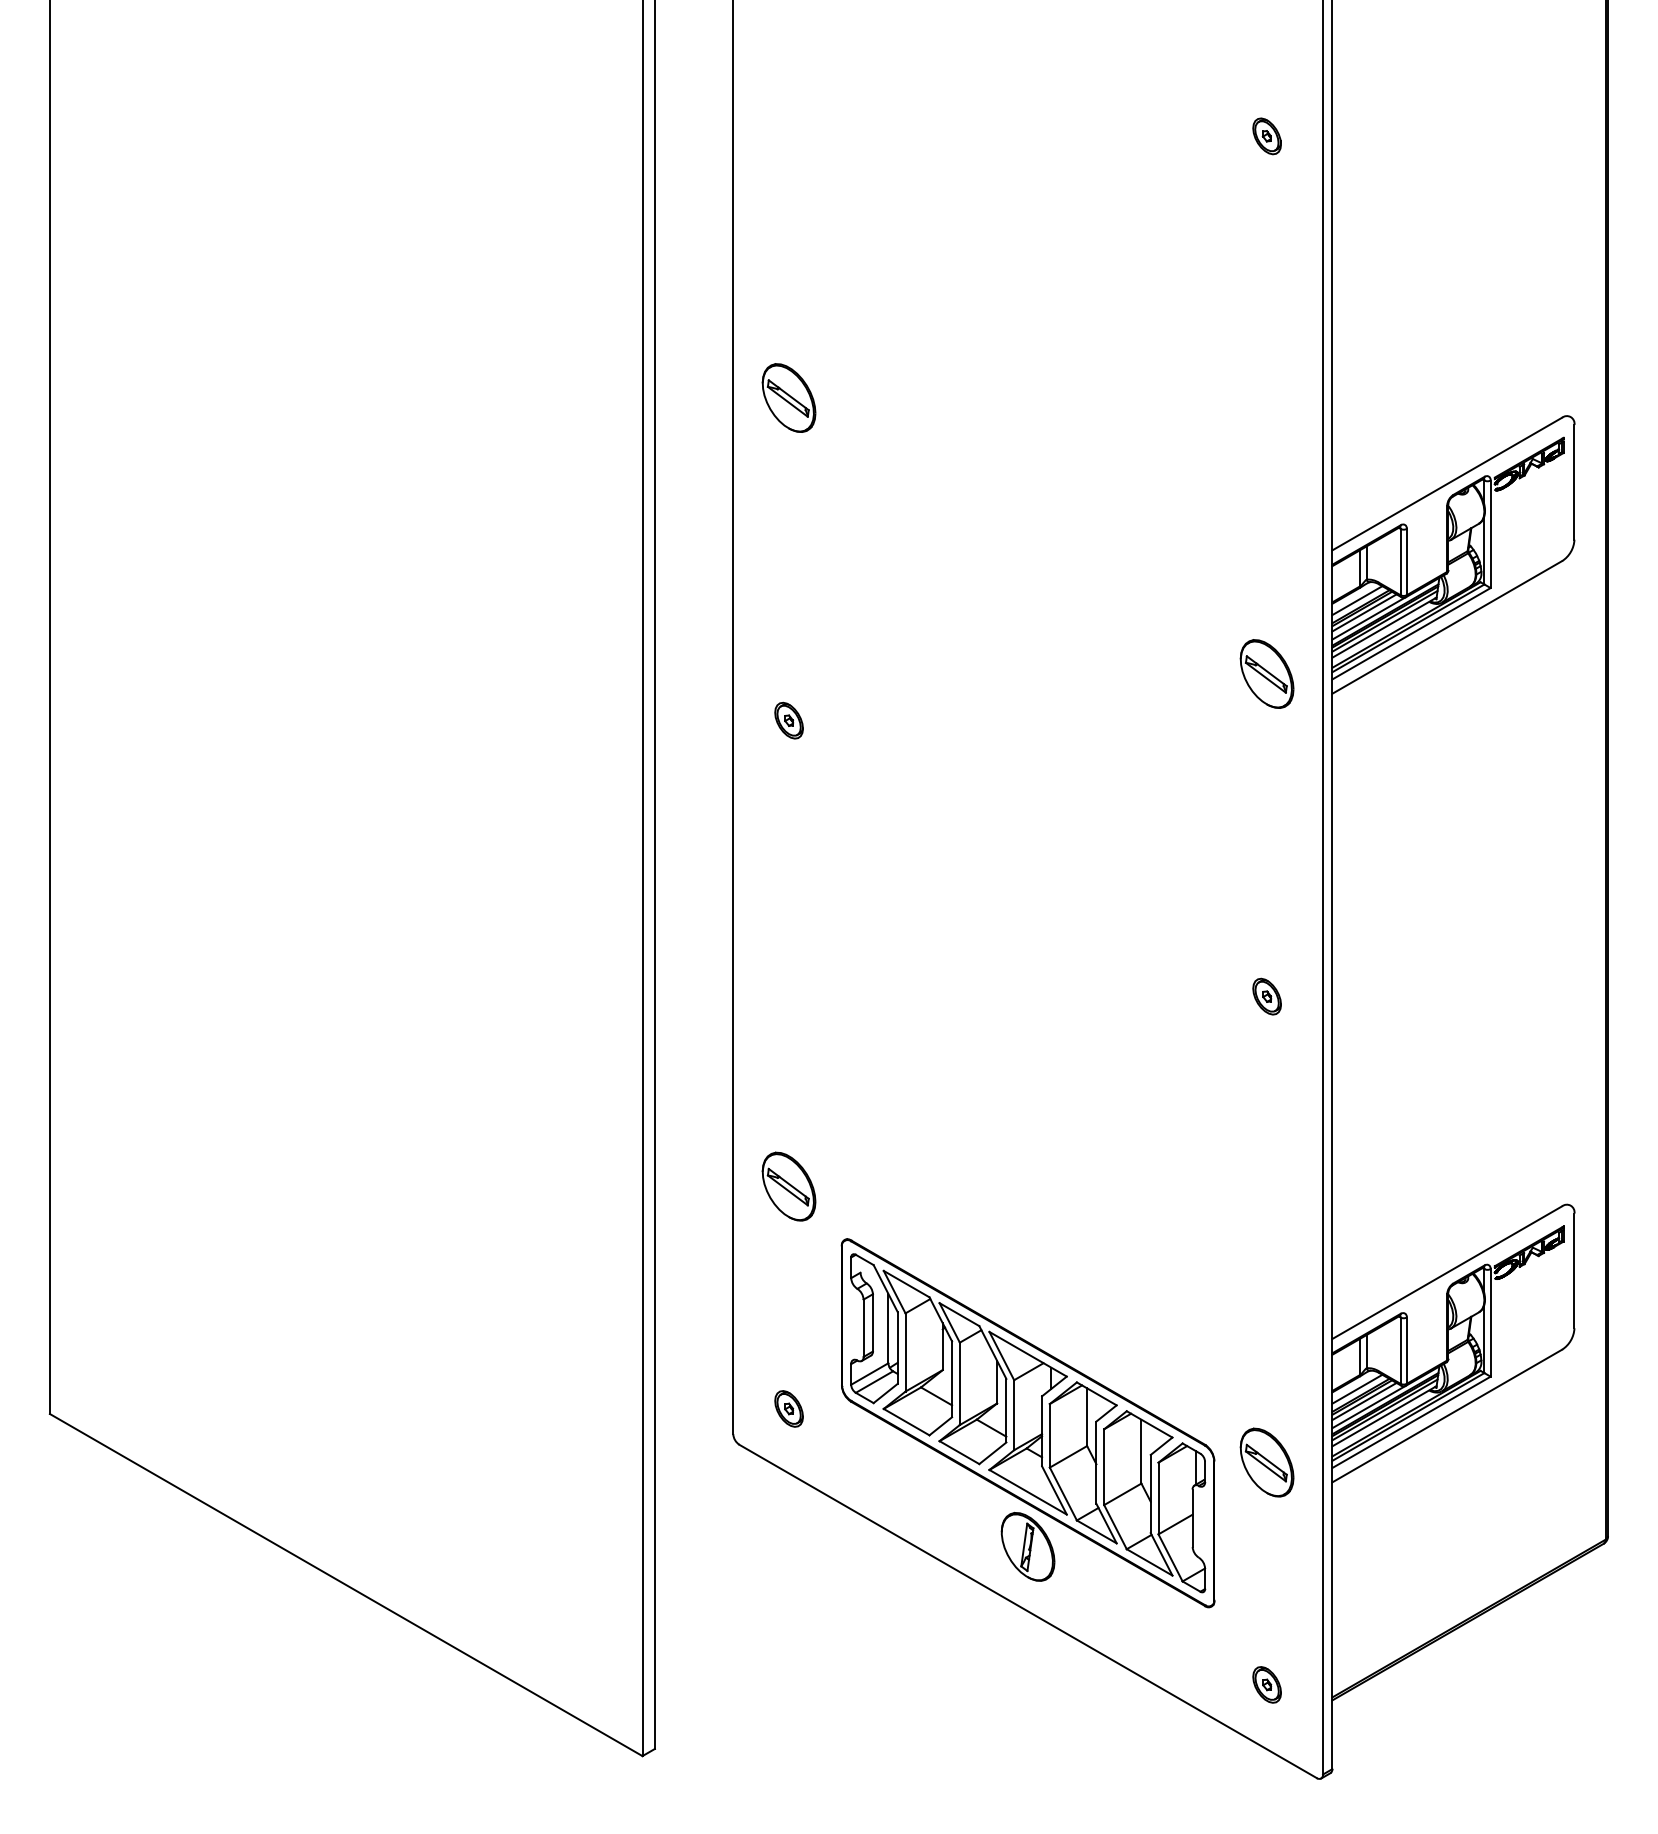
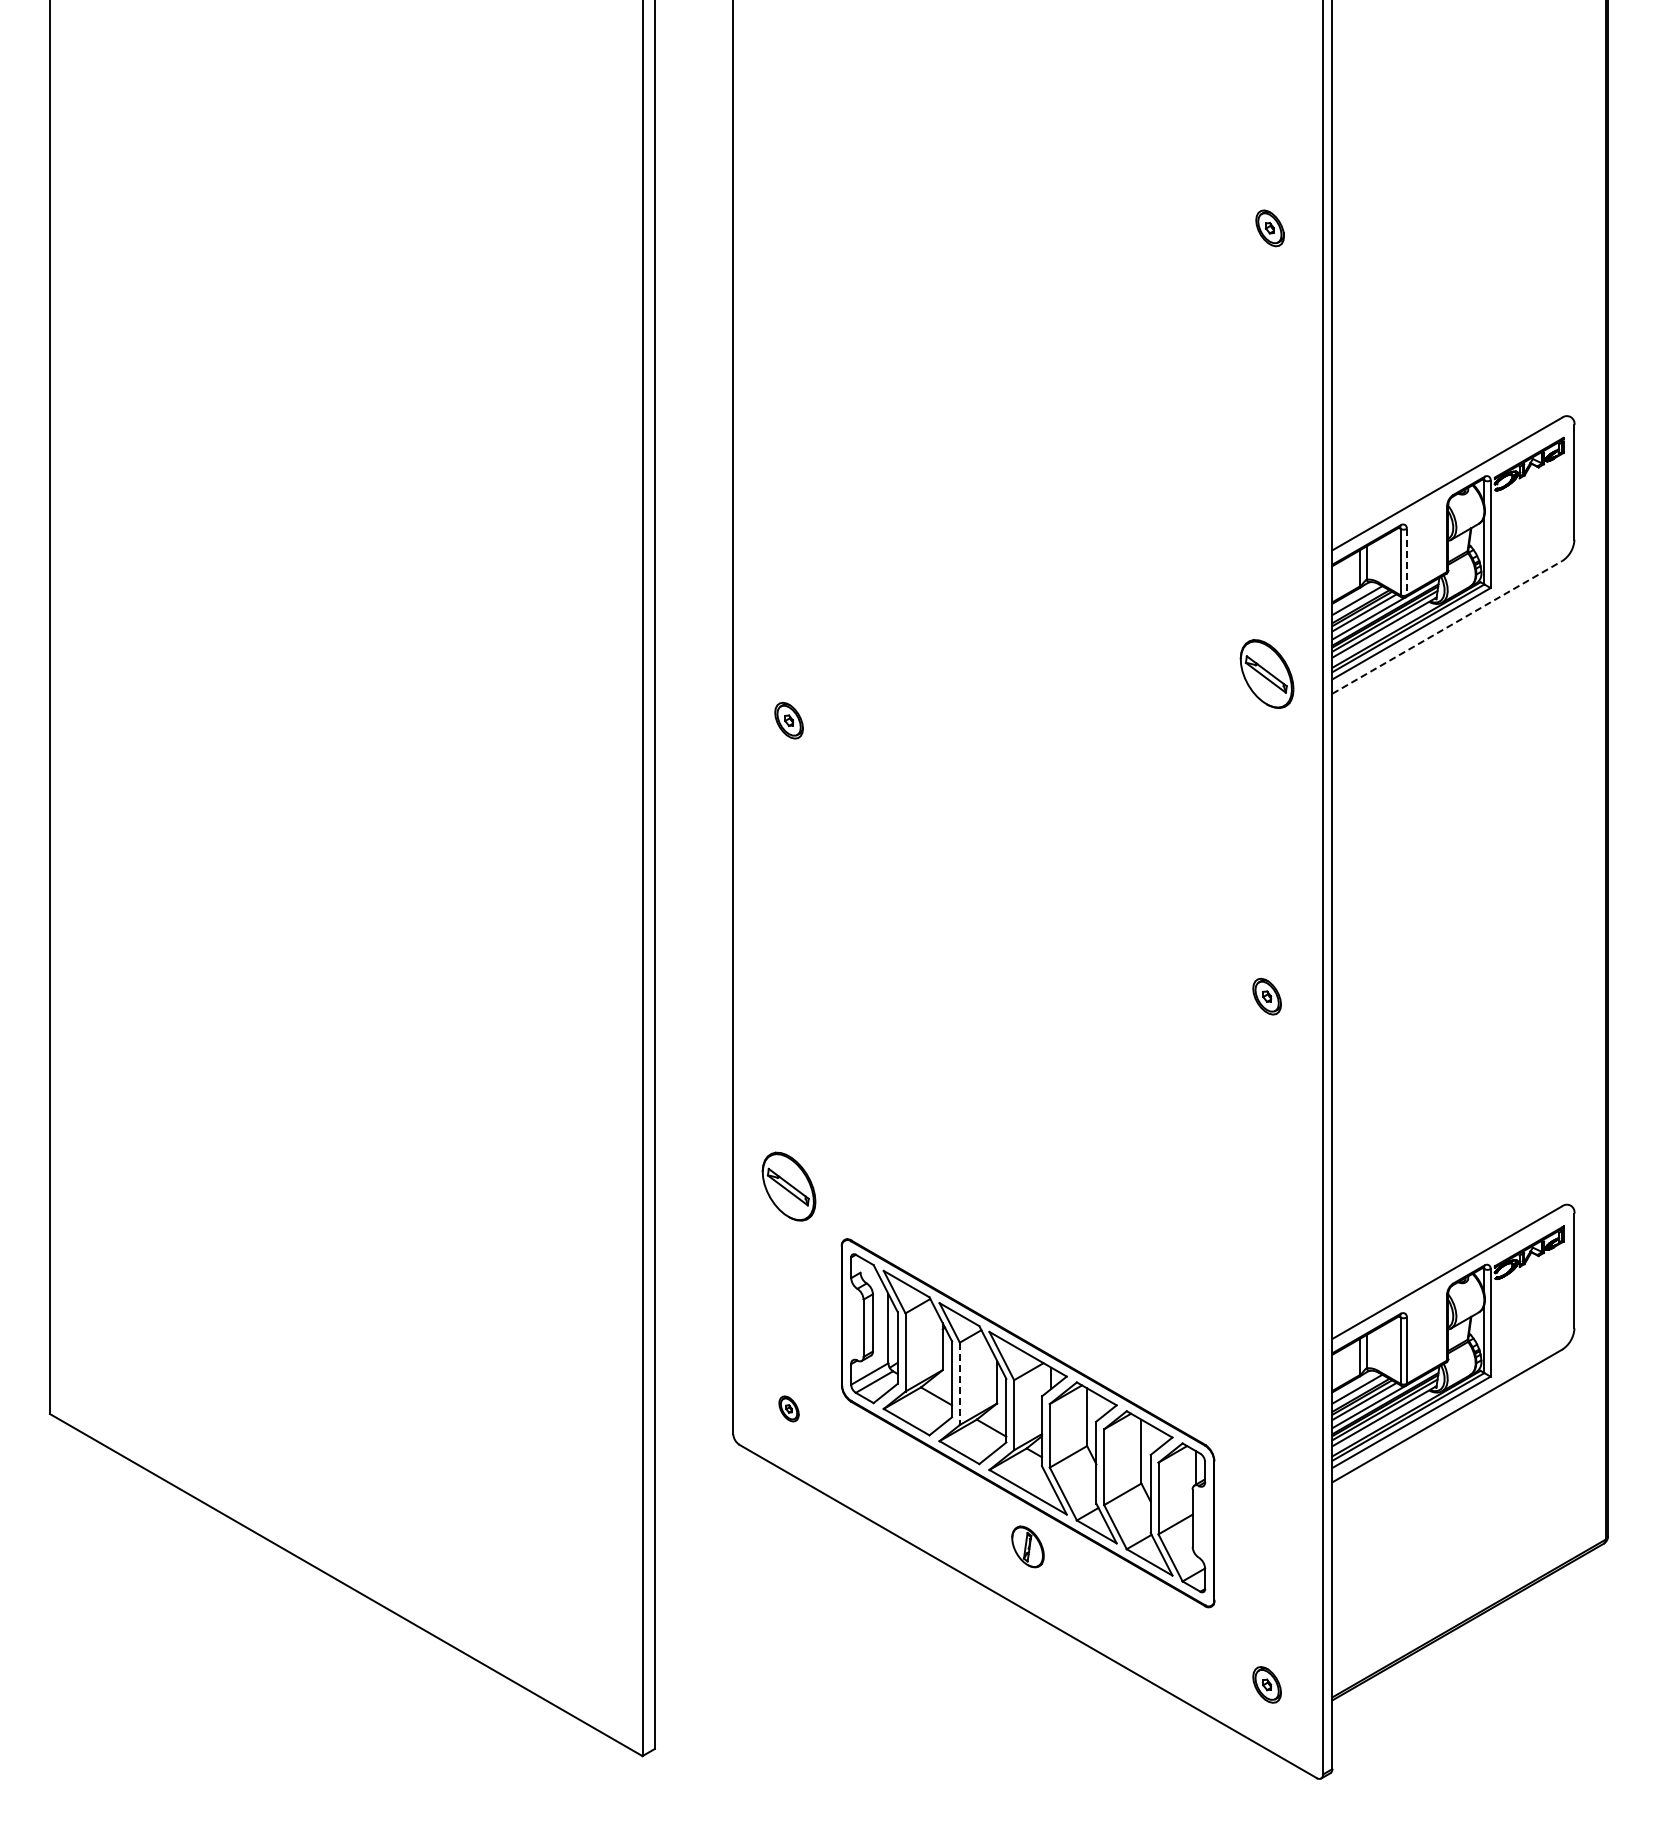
part at (1266, 136) position: (1266, 136) -> (1269, 228)
part at (788, 397): present -> none
line at (1406, 562): solid -> dashed
line at (1447, 627): solid -> dashed
line at (959, 1384): solid -> dashed
part at (788, 1408) size: 30x38 px -> 22x28 px
part at (1266, 1462): present -> none
part at (1027, 1546) size: 56x70 px -> 34x44 px
